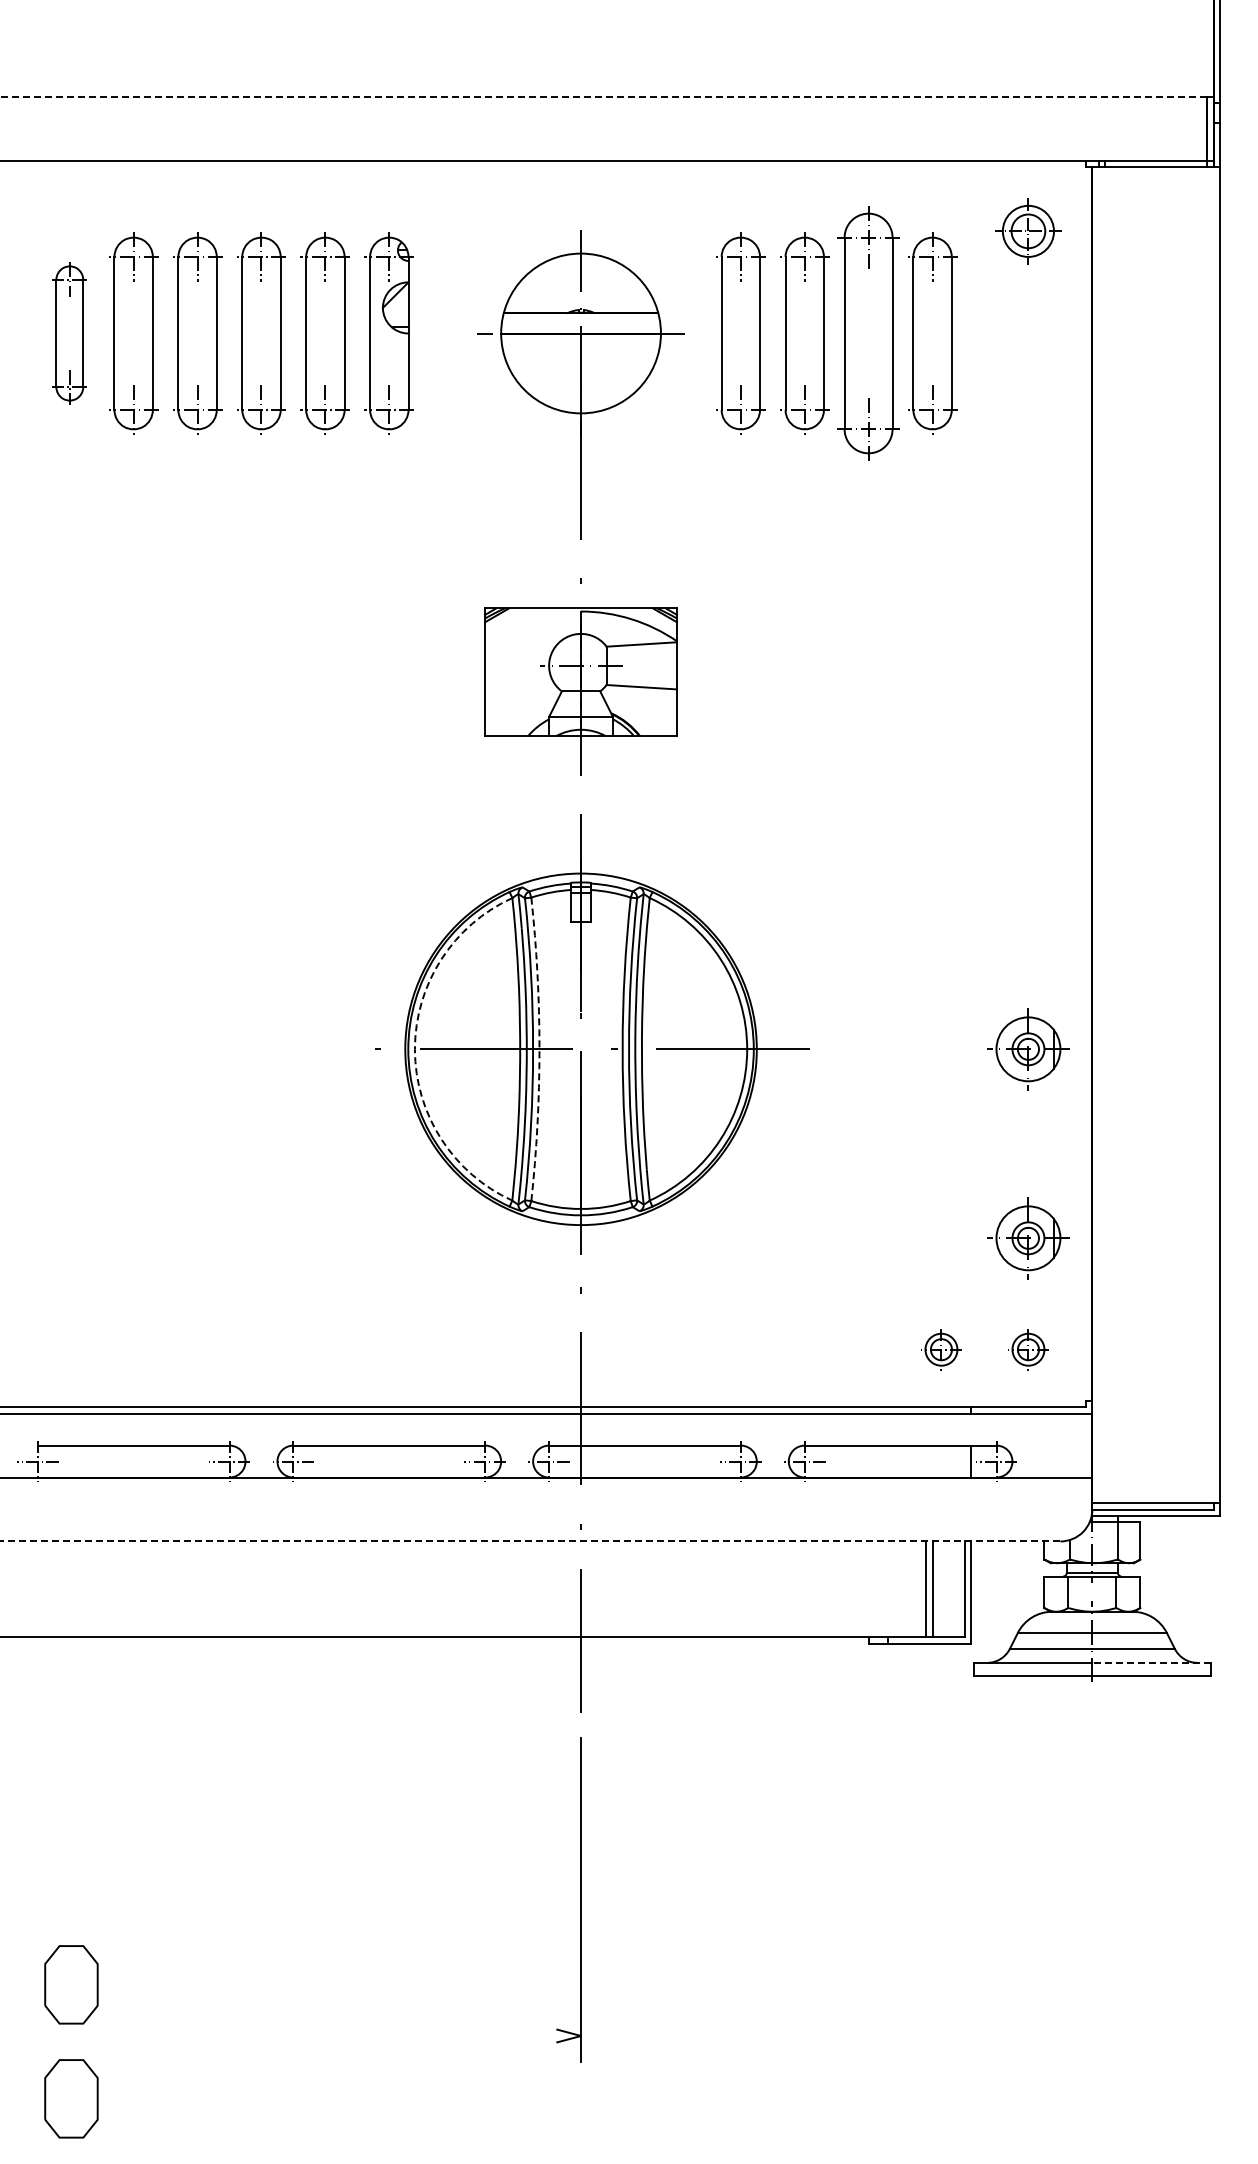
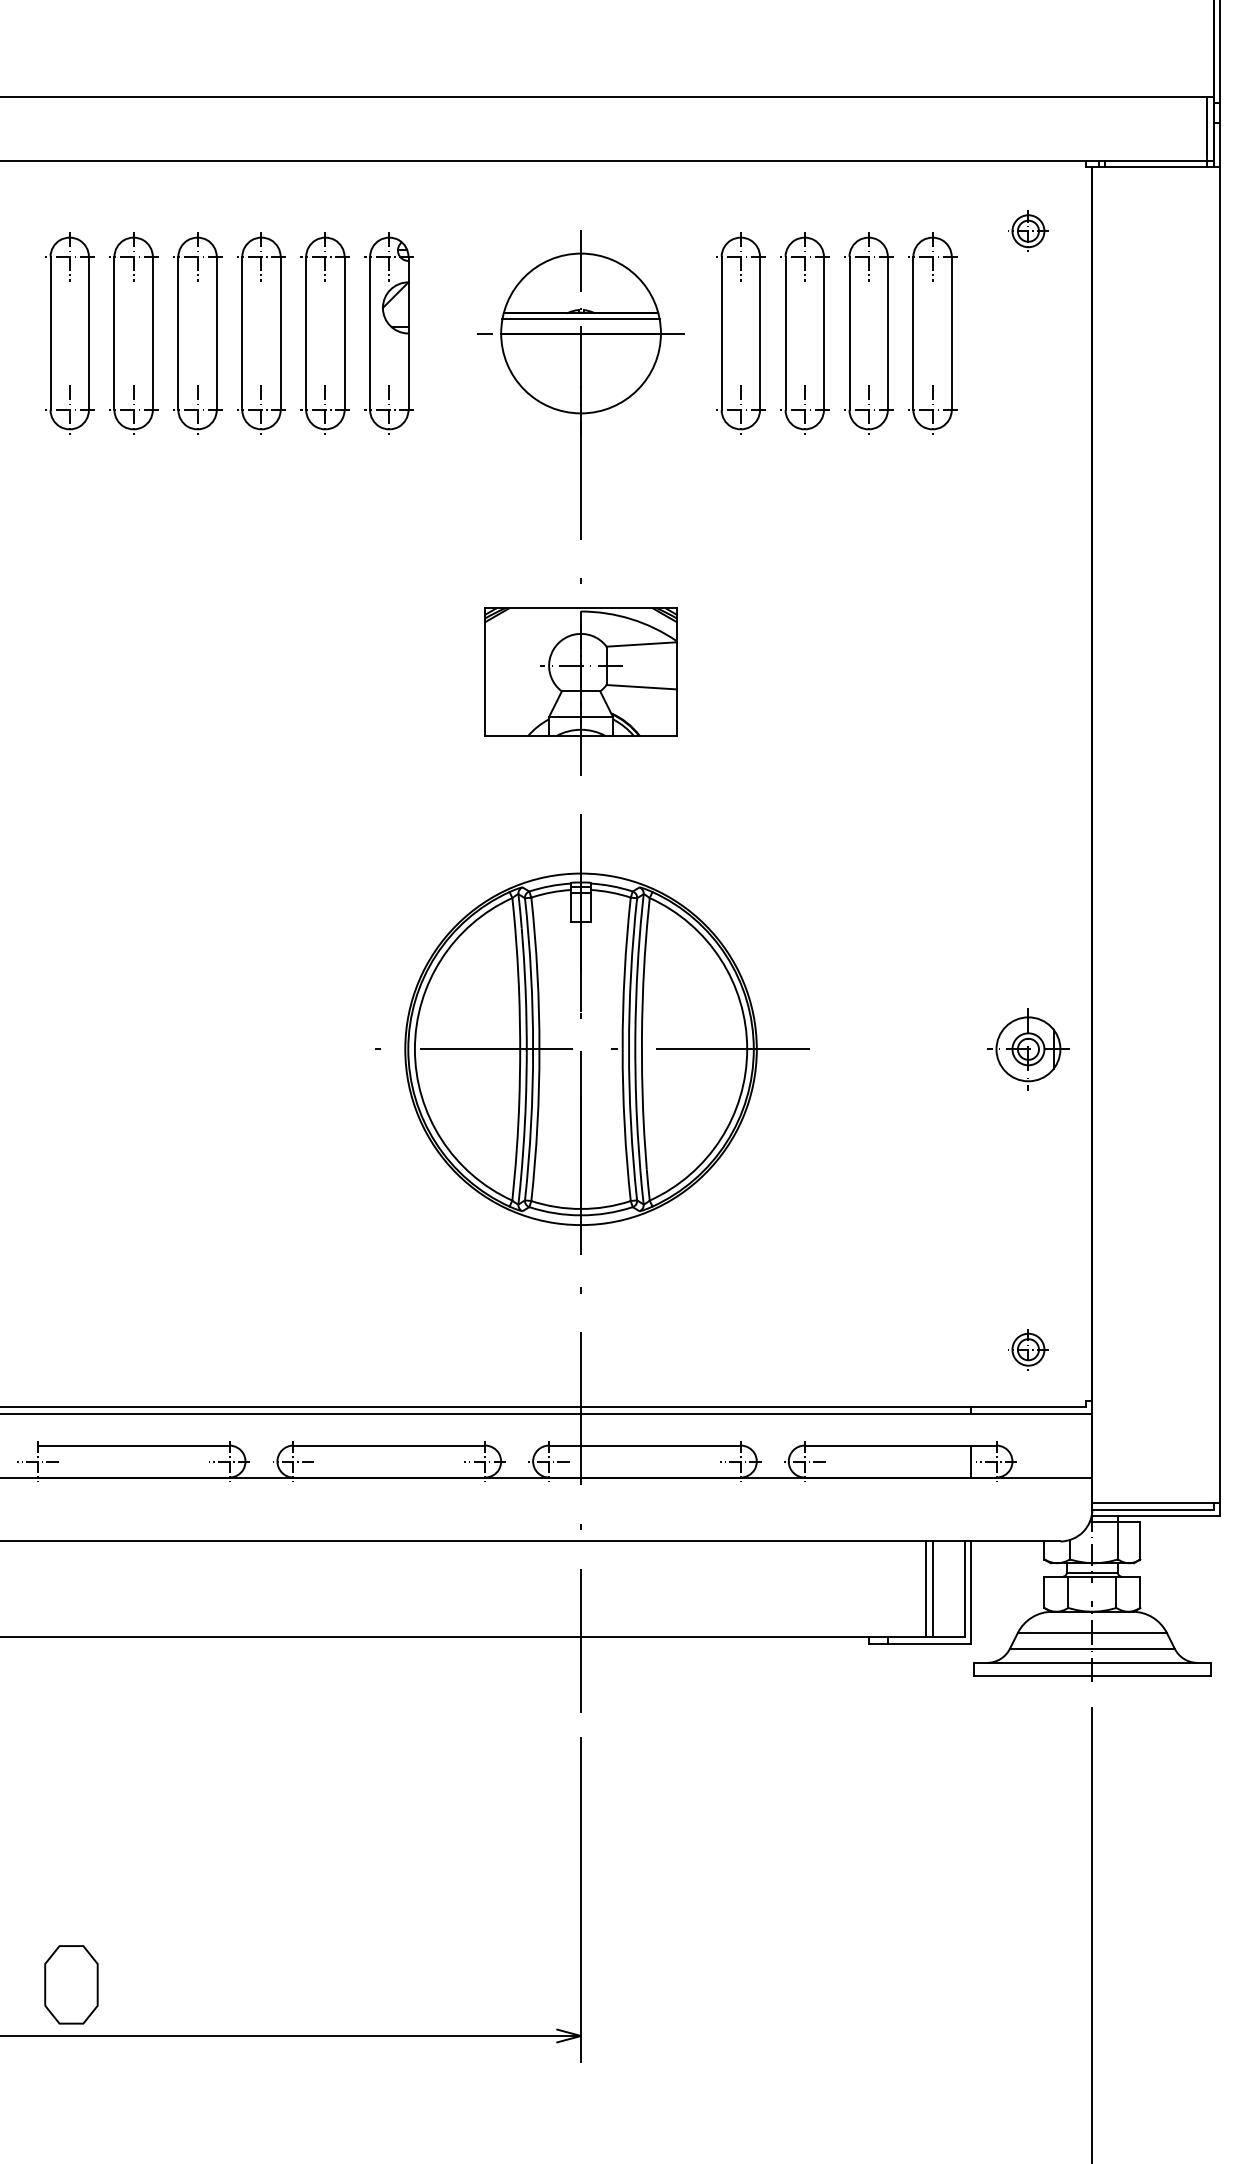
line at (603, 97): dashed -> solid
part at (1028, 231) size: 67x67 px -> 41x42 px
line at (580, 319): none -> present
part at (69, 333) size: 35x143 px -> 50x203 px
part at (868, 333) size: 63x255 px -> 50x203 px
arc at (414, 1049): dashed -> solid
arc at (539, 1049): dashed -> solid
part at (1028, 1238): present -> none
part at (941, 1349): present -> none
line at (530, 1541): dashed -> solid
line at (1150, 1662): dashed -> solid
line at (1092, 1934): none -> present
line at (291, 2035): none -> present
part at (71, 2098): present -> none
